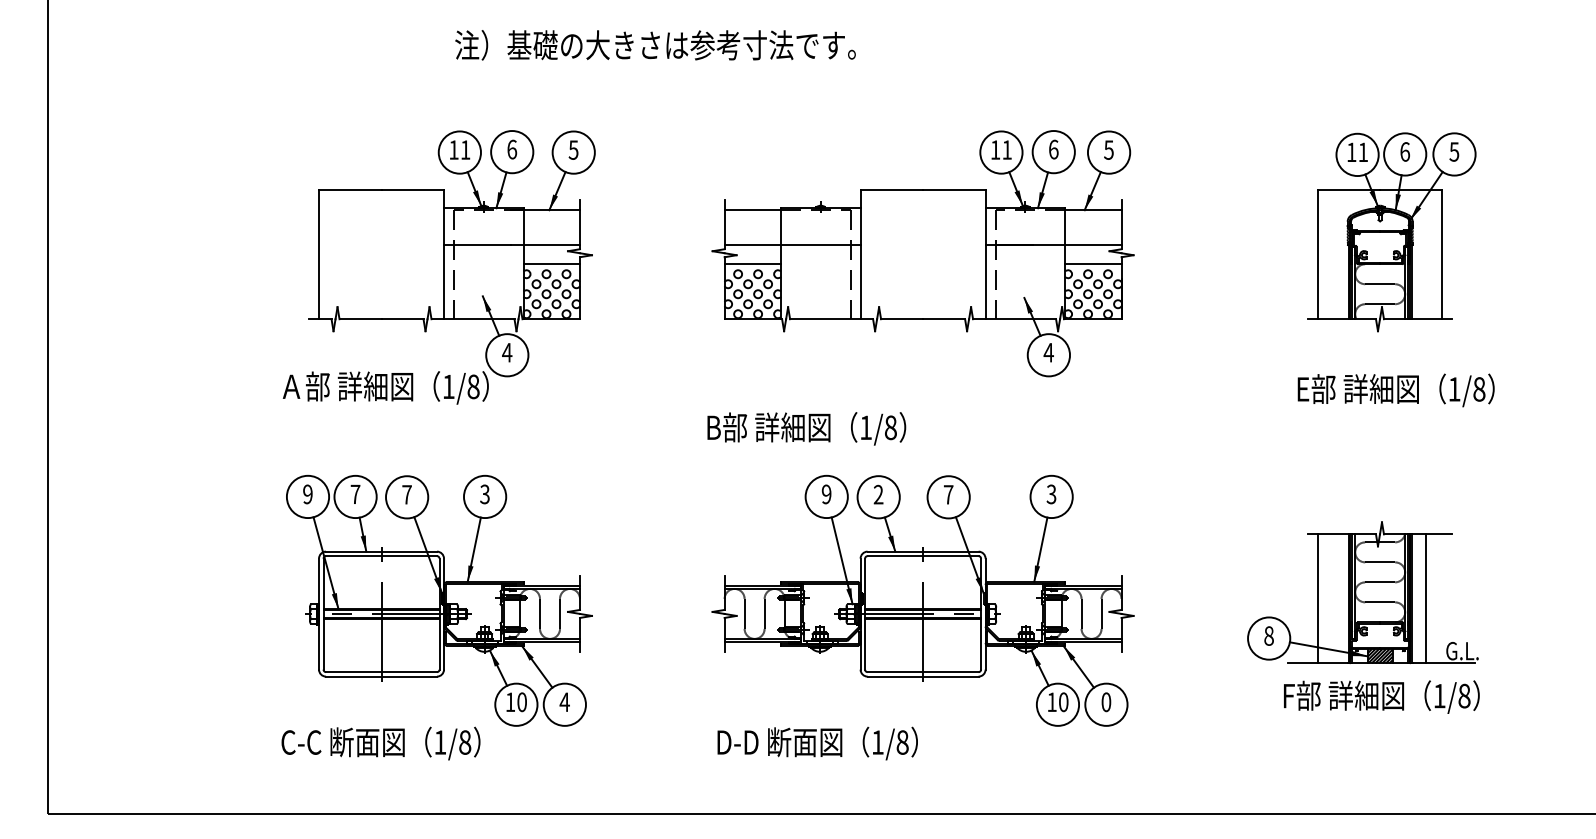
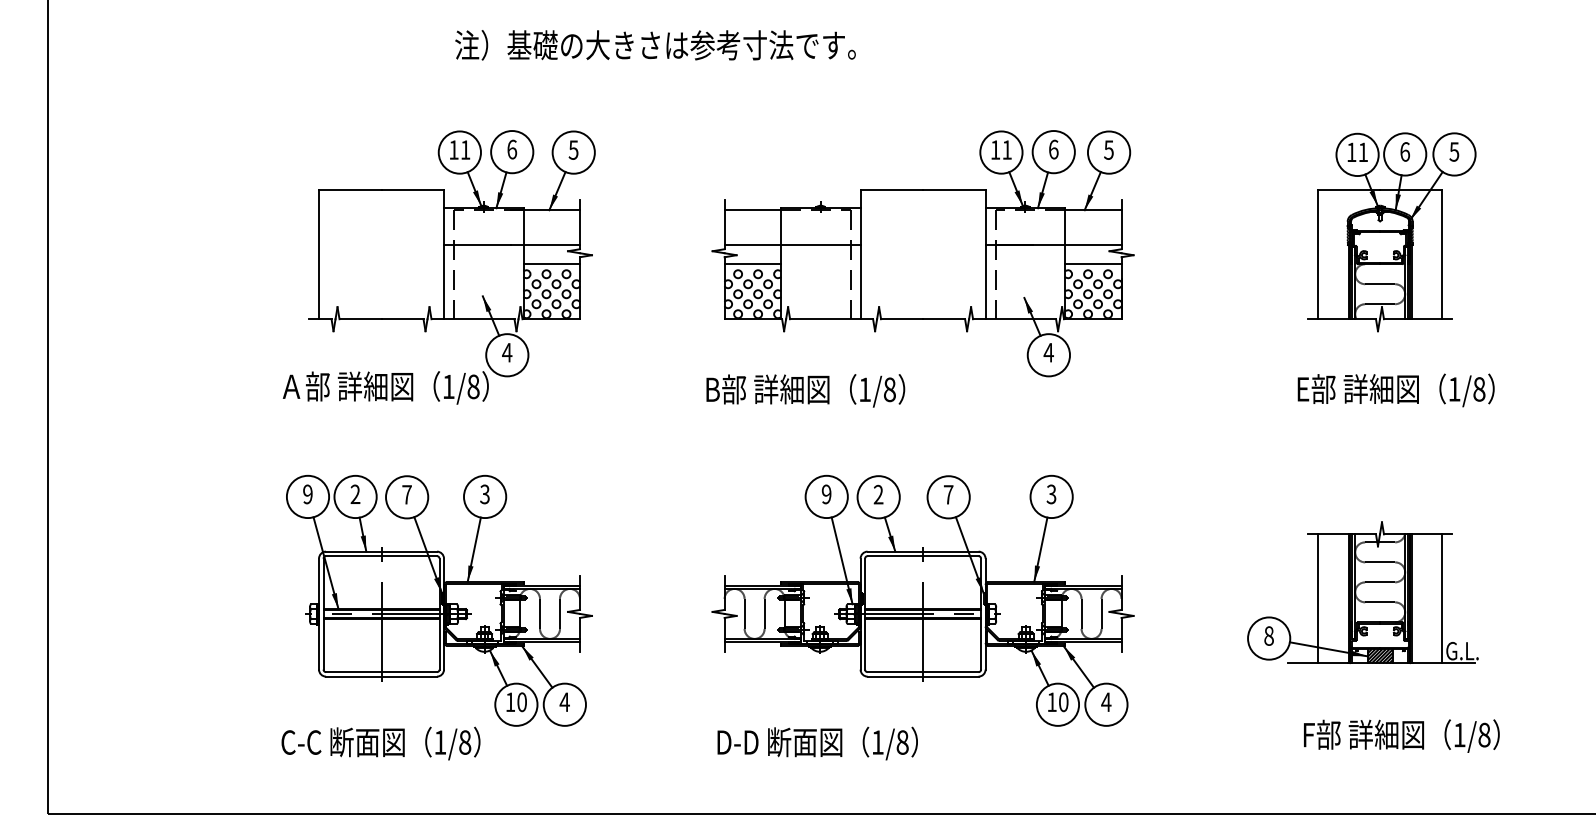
text at (806, 428) position: (806, 428) -> (805, 390)
text at (355, 493): 7 -> 2
line at (1426, 598) position: (1426, 598) -> (1442, 598)
text at (1381, 696) position: (1381, 696) -> (1401, 735)
text at (1106, 702): 0 -> 4
